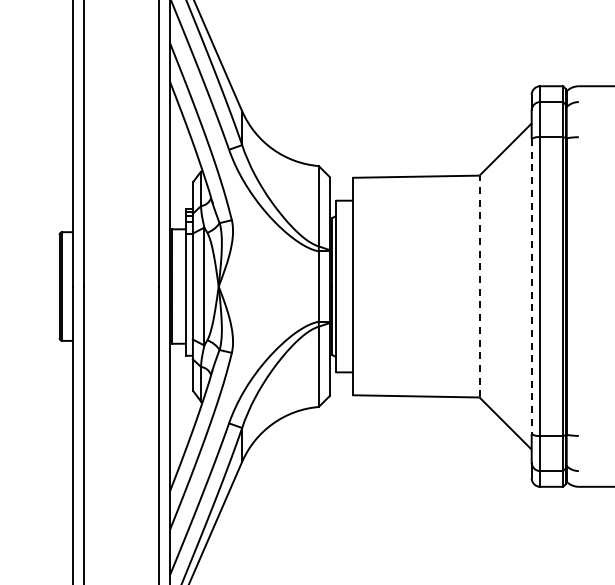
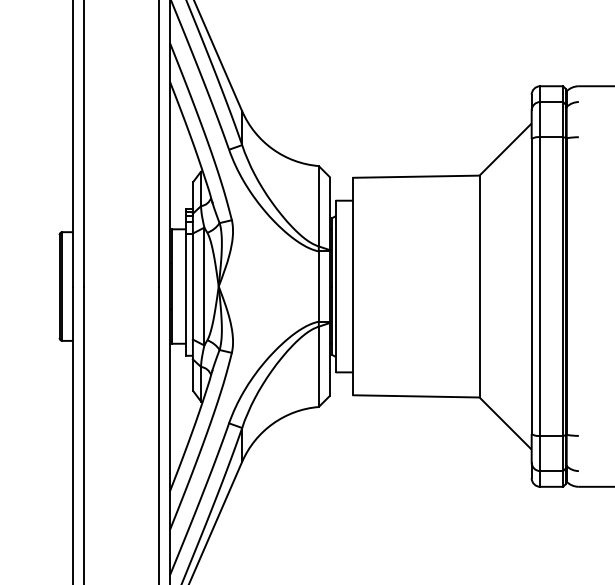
line at (479, 286): dashed -> solid
line at (531, 286): dashed -> solid
